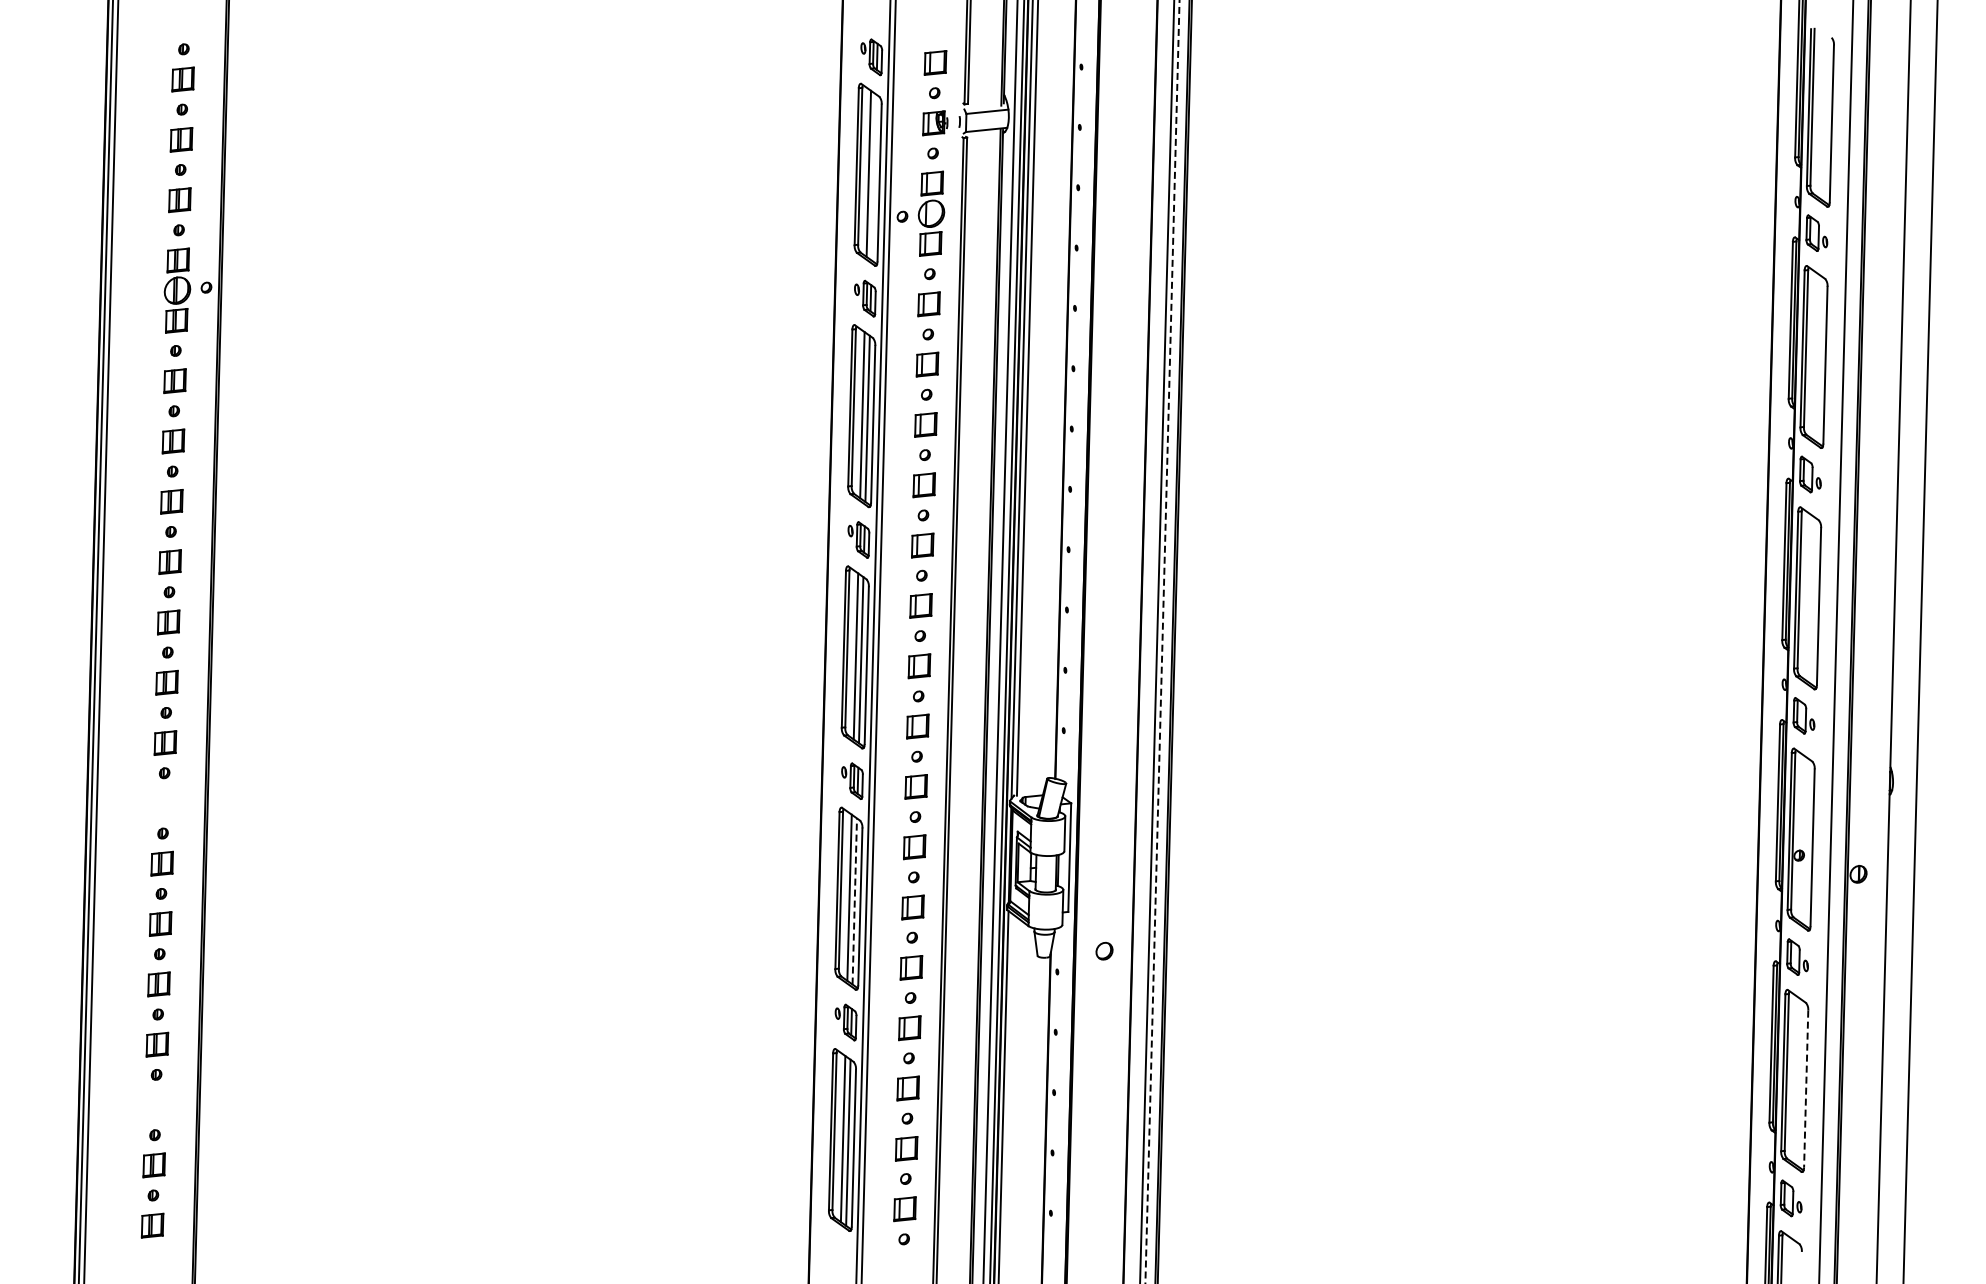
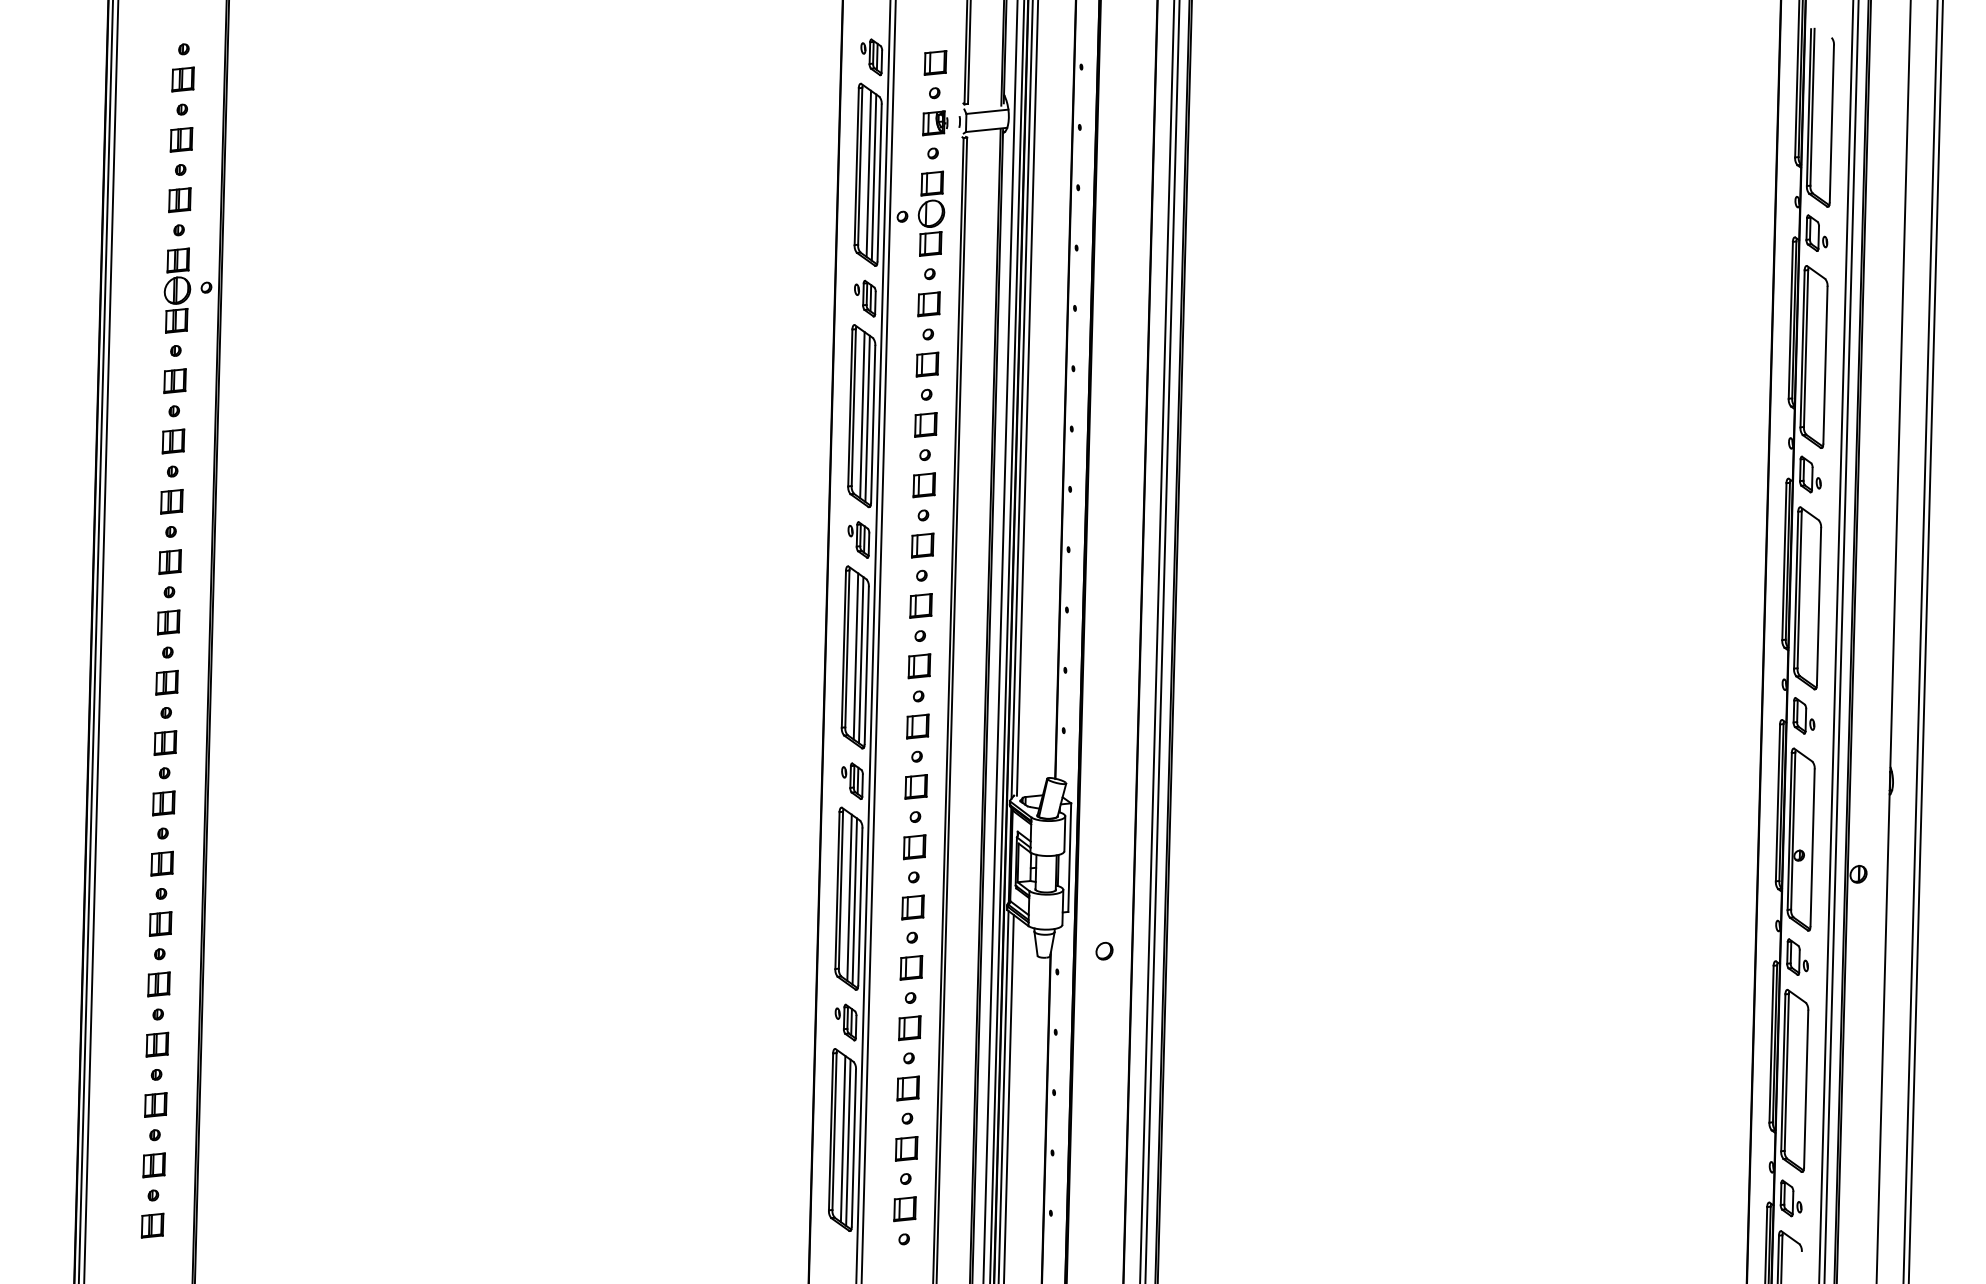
line at (873, 177): none -> present
line at (1841, 641): none -> present
line at (1925, 641): none -> present
line at (1162, 642): dashed -> solid
part at (163, 803): none -> present
line at (854, 900): dashed -> solid
line at (1806, 1089): dashed -> solid
line at (1008, 1097): none -> present
part at (155, 1104): none -> present
